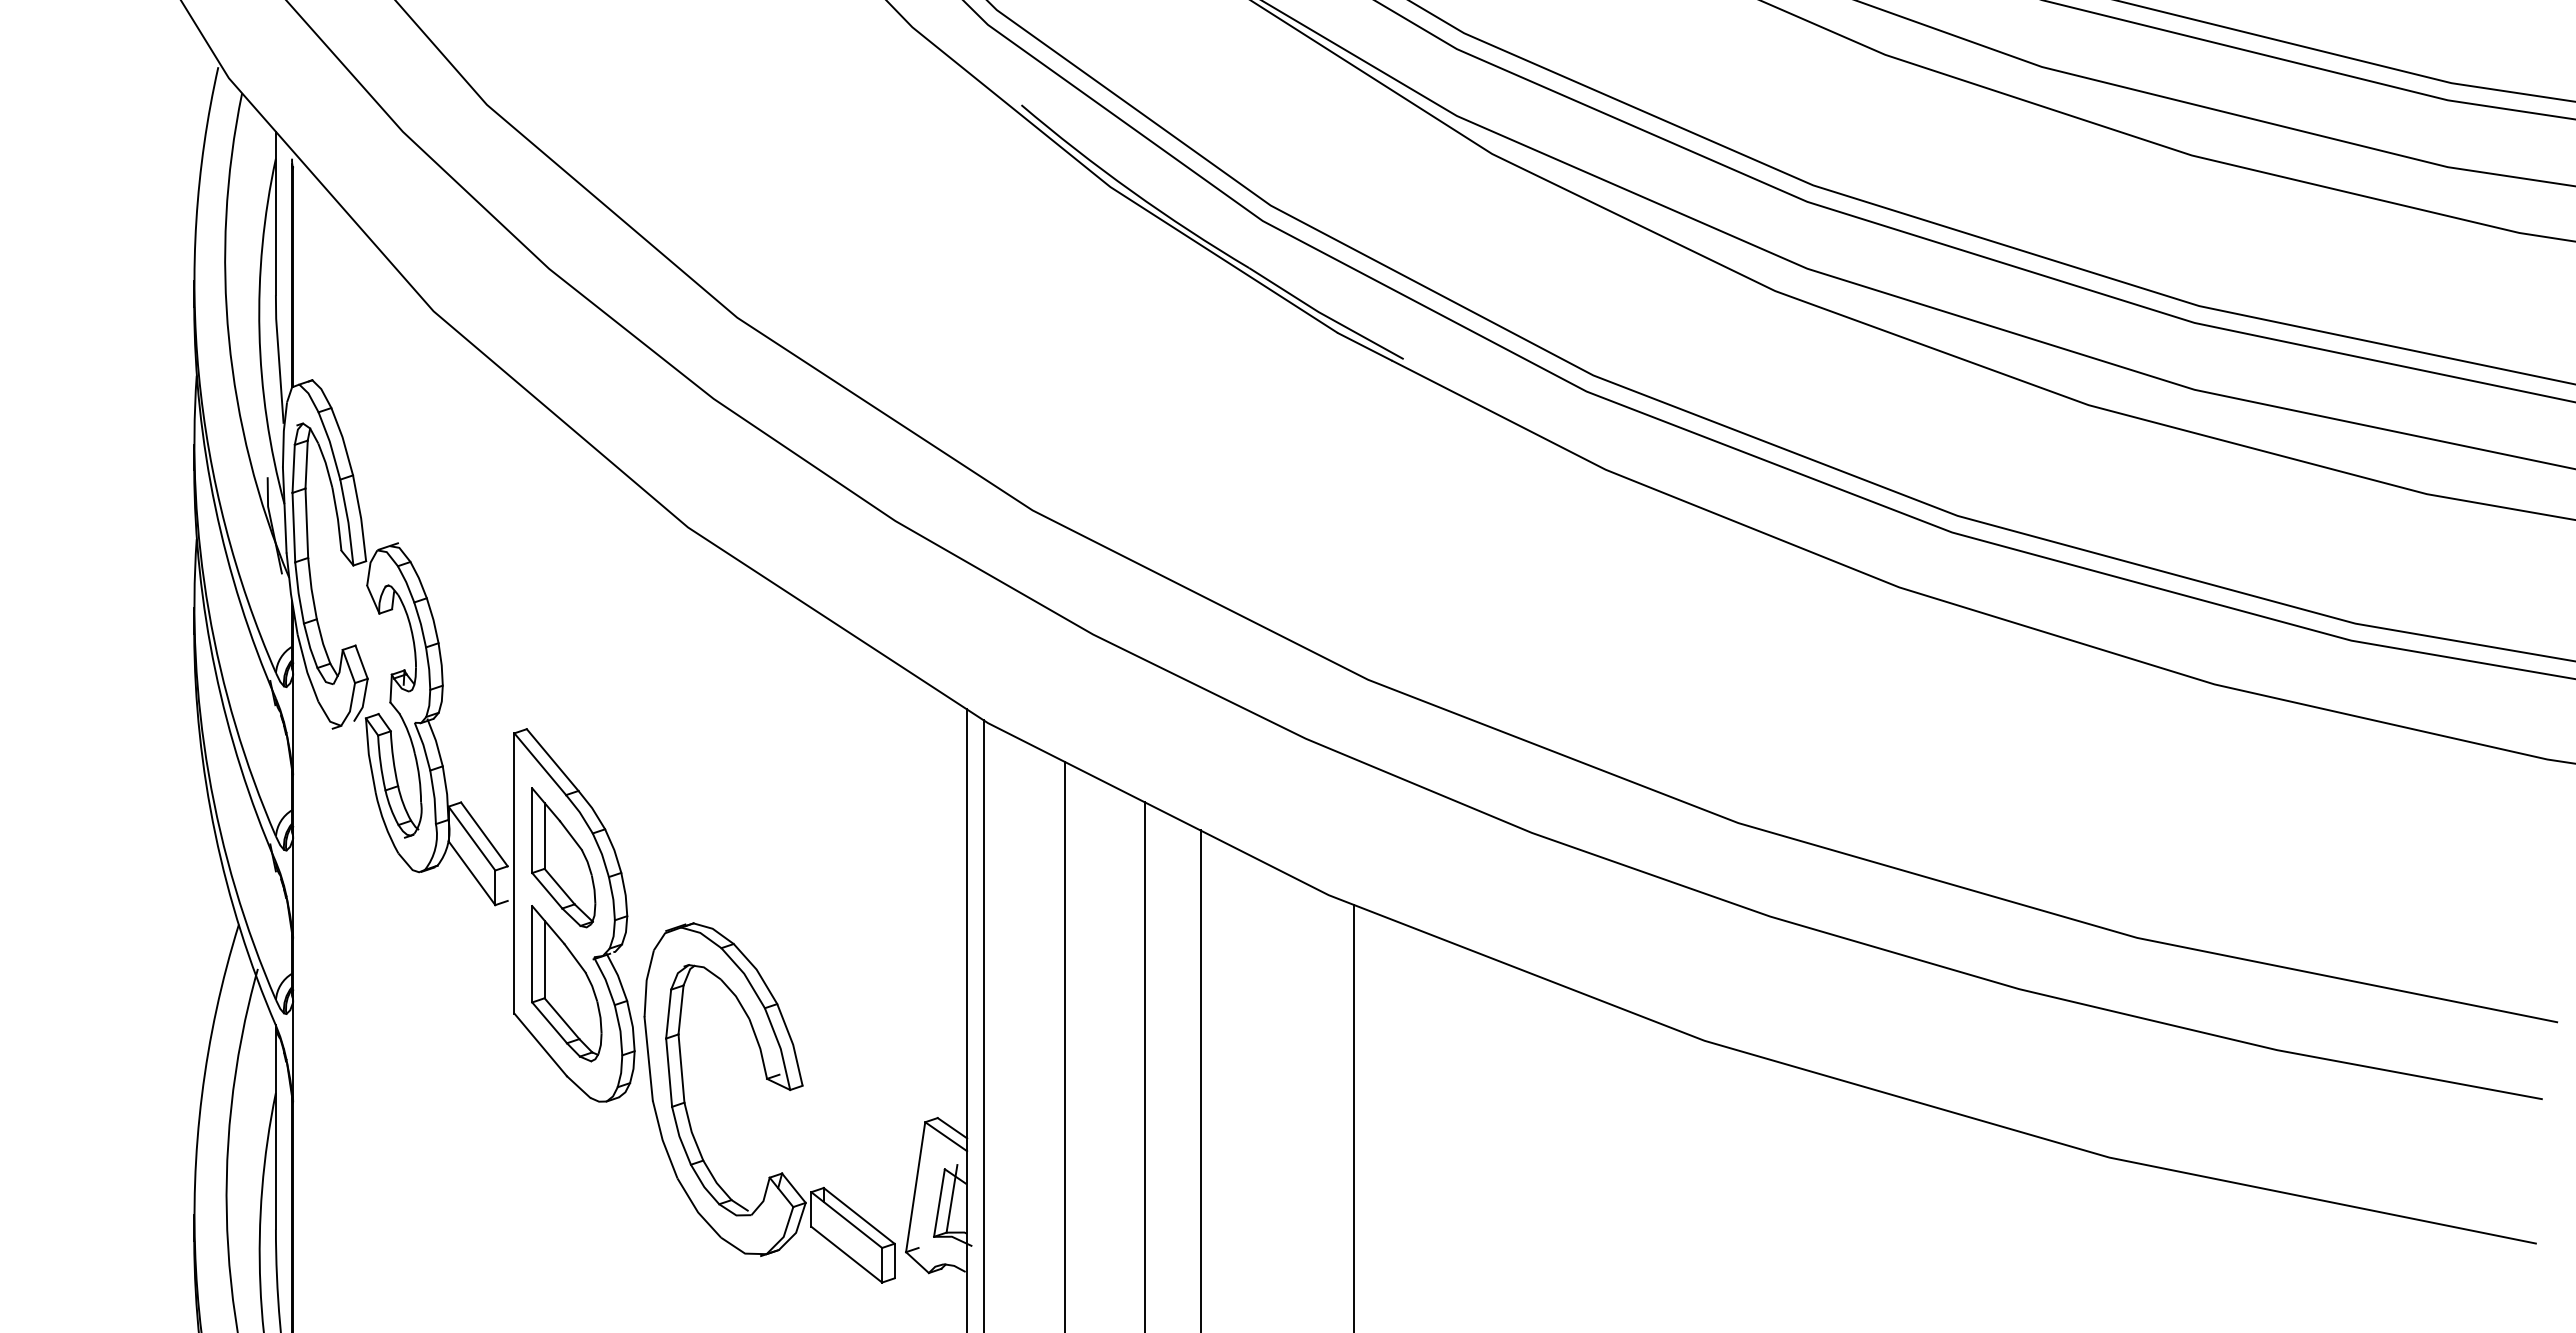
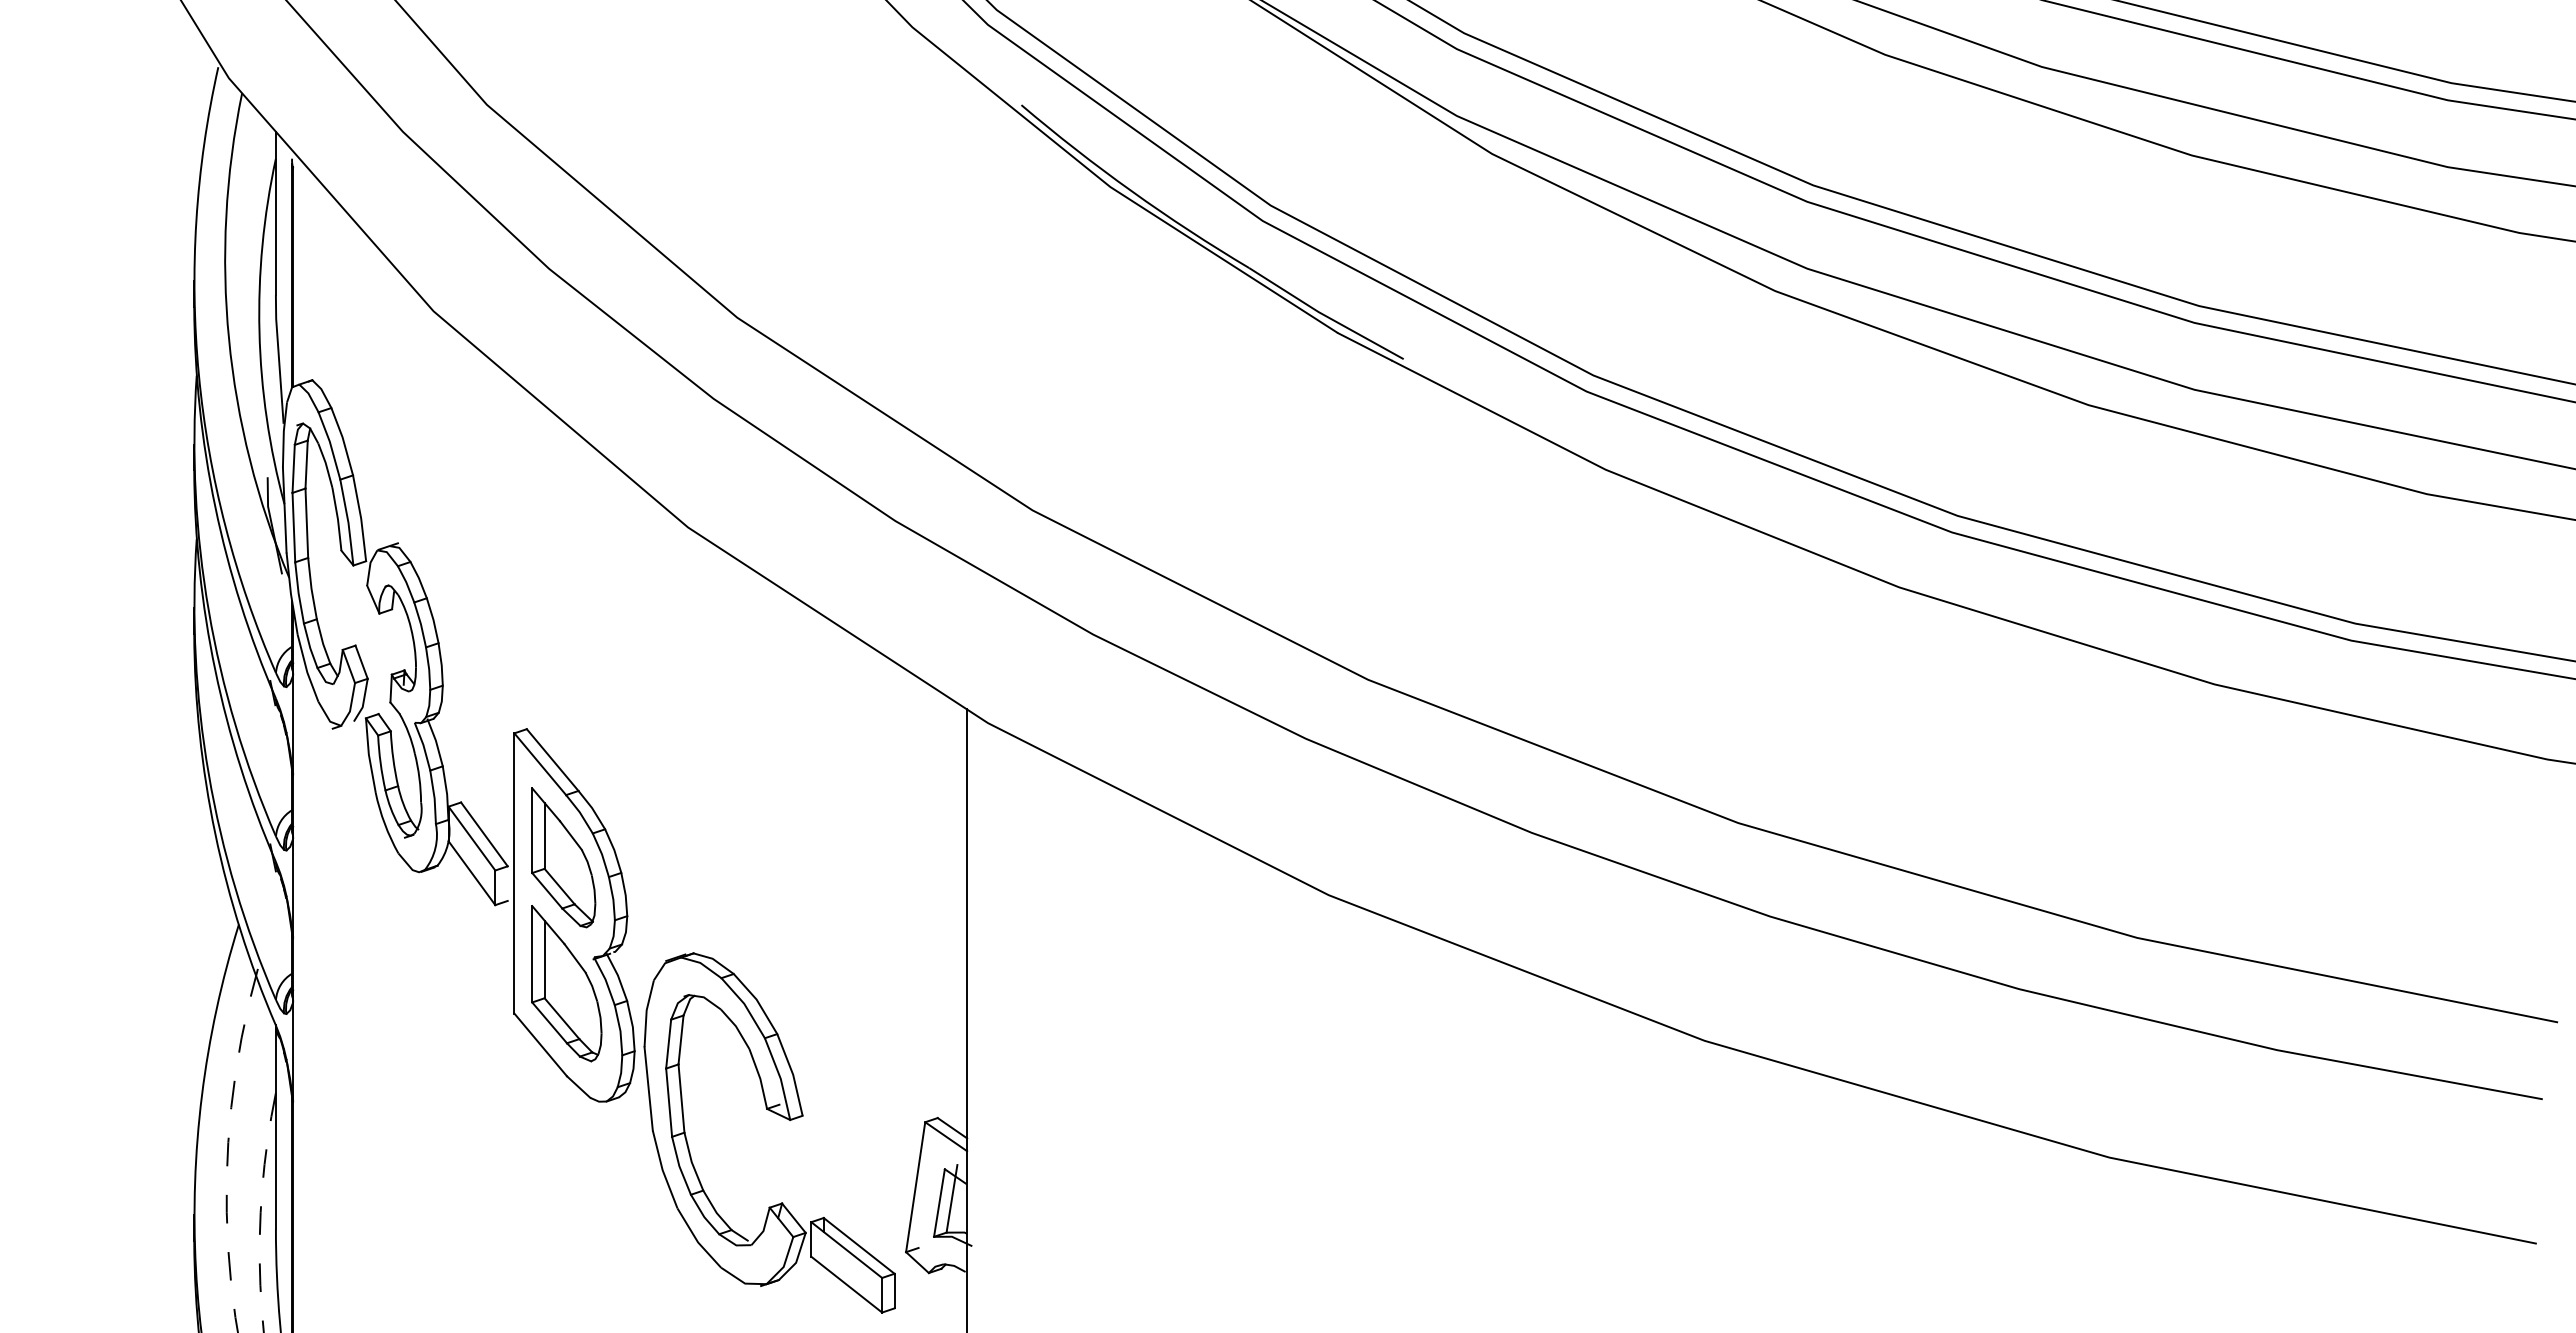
line at (983, 1024): present -> none
line at (1065, 1045): present -> none
line at (1144, 1065): present -> none
line at (1200, 1079): present -> none
part at (778, 1085) position: (778, 1085) -> (778, 1115)
line at (1353, 1116): present -> none
arc at (227, 1150): solid -> dashed
arc at (260, 1212): solid -> dashed
